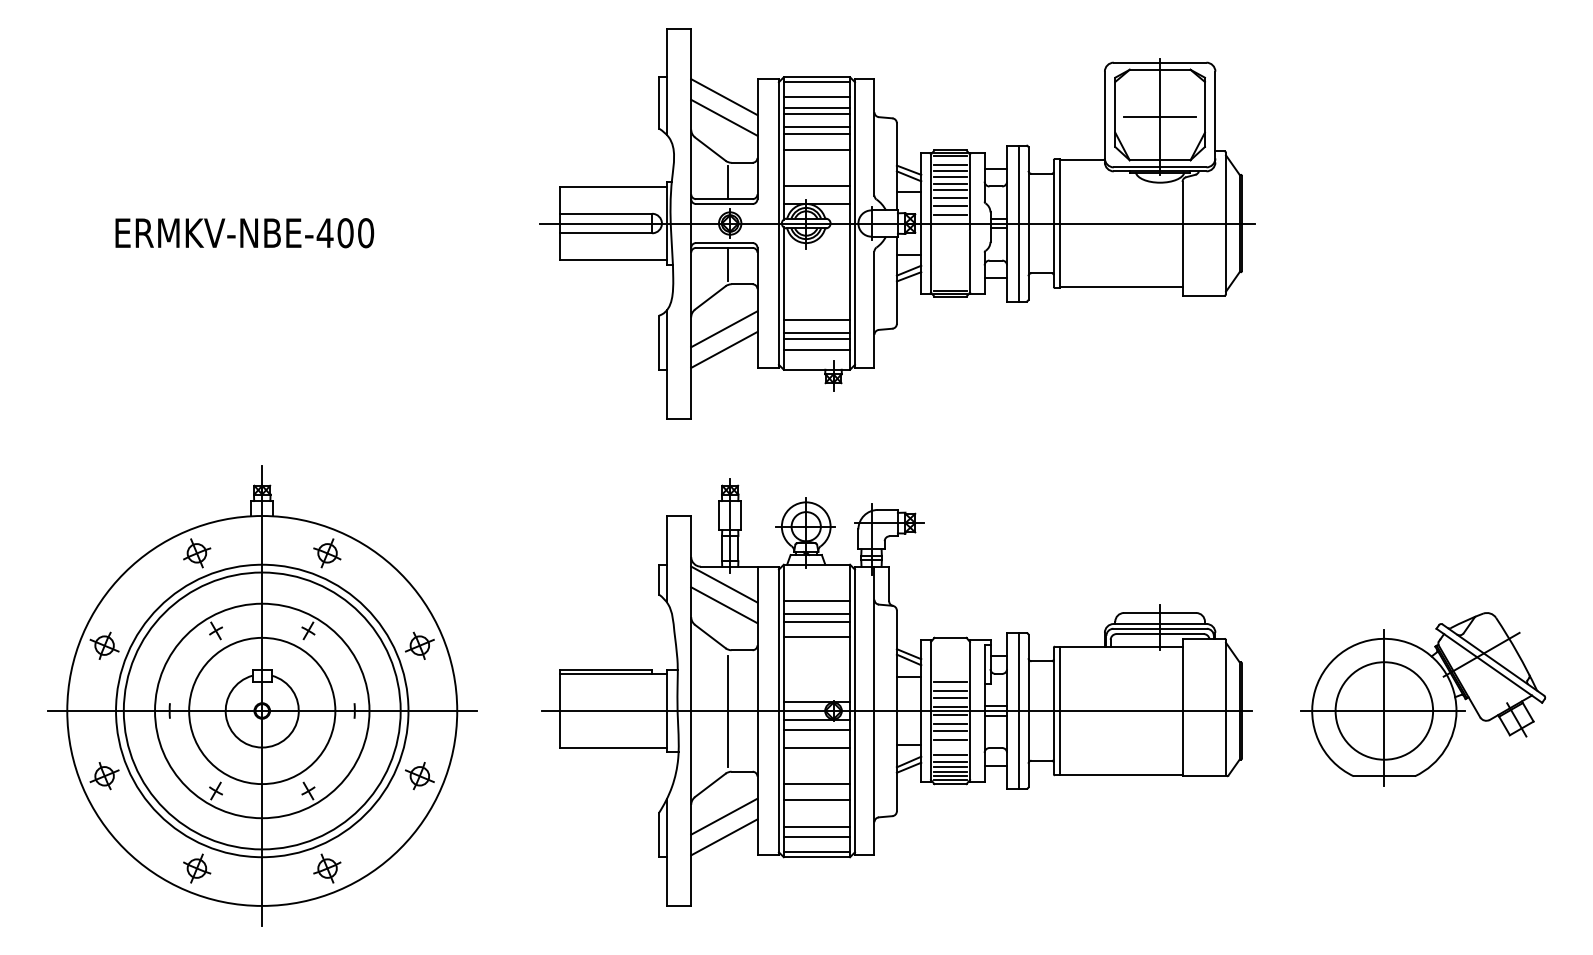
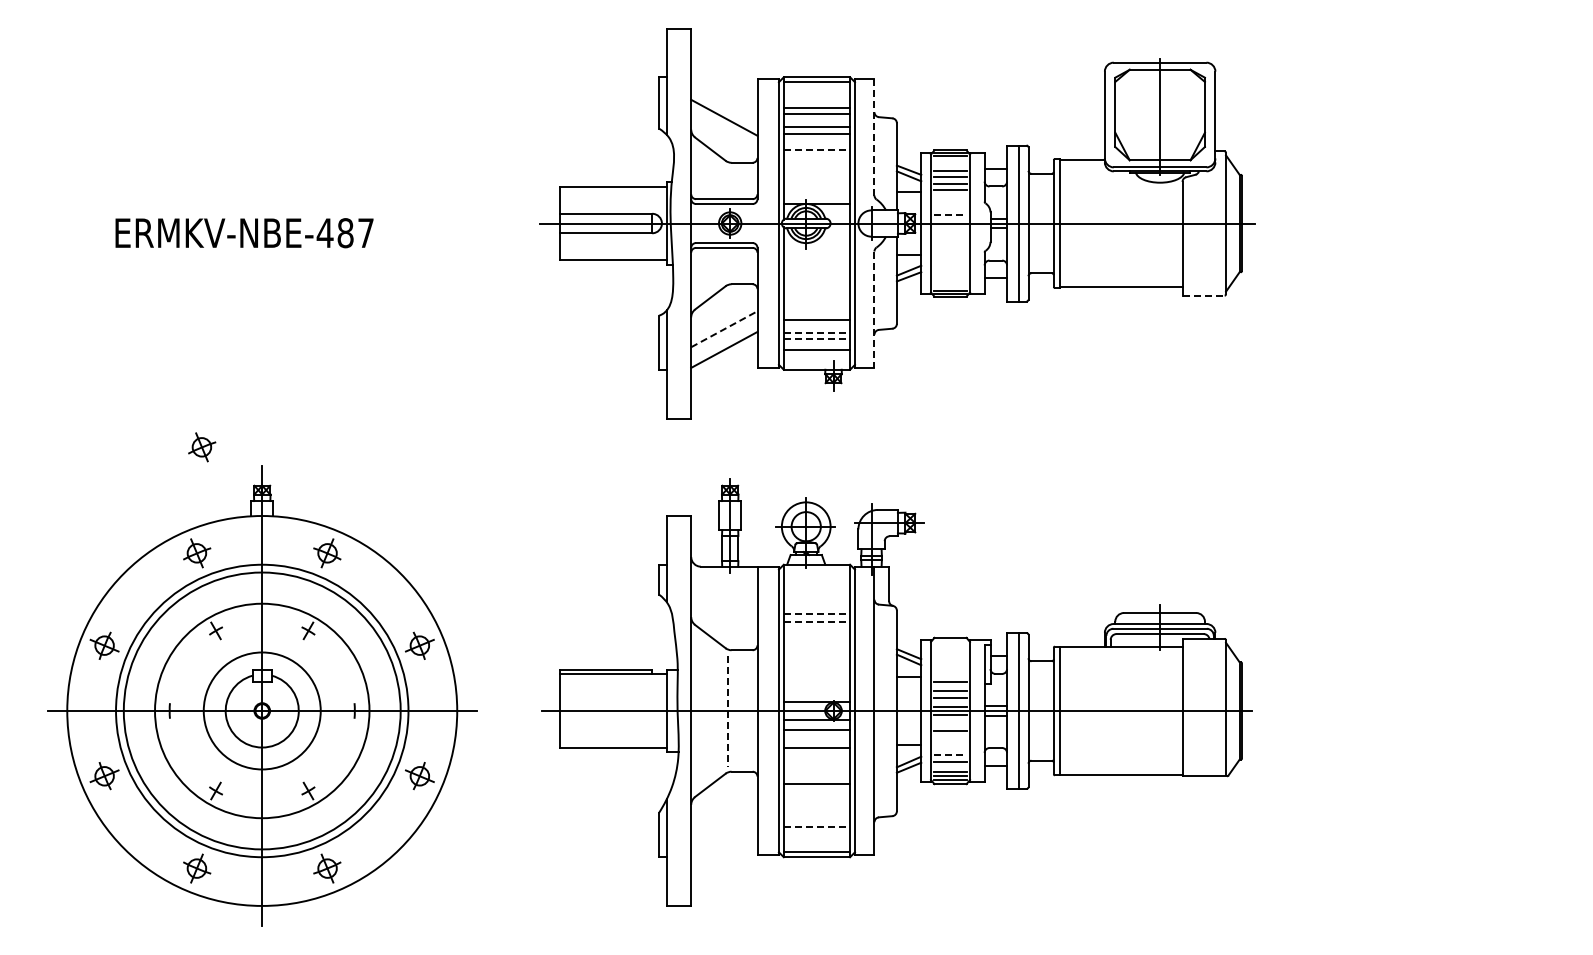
line at (724, 97): present -> none
line at (816, 97): present -> none
line at (1159, 116): present -> none
line at (874, 137): solid -> dashed
line at (817, 150): solid -> dashed
line at (950, 165): present -> none
line at (728, 182): present -> none
line at (816, 186): present -> none
line at (950, 198): present -> none
line at (950, 205): present -> none
line at (951, 214): solid -> dashed
text at (355, 233): ERMKV-NBE-400 -> ERMKV-NBE-487
line at (728, 263): present -> none
line at (1204, 295): solid -> dashed
line at (874, 310): solid -> dashed
line at (724, 329): solid -> dashed
line at (817, 333): solid -> dashed
line at (817, 339): solid -> dashed
part at (202, 447): none -> present
line at (724, 584): present -> none
line at (816, 601): present -> none
line at (724, 605): present -> none
line at (817, 614): solid -> dashed
line at (817, 621): solid -> dashed
line at (816, 637): present -> none
part at (1423, 699): present -> none
circle at (262, 710) diameter: 146 px -> 117 px
line at (728, 711): solid -> dashed
line at (950, 723): present -> none
line at (950, 739): present -> none
line at (951, 754): solid -> dashed
line at (950, 767): present -> none
line at (816, 800): present -> none
line at (724, 816): present -> none
line at (817, 826): solid -> dashed
line at (724, 837): present -> none
line at (816, 837): present -> none
